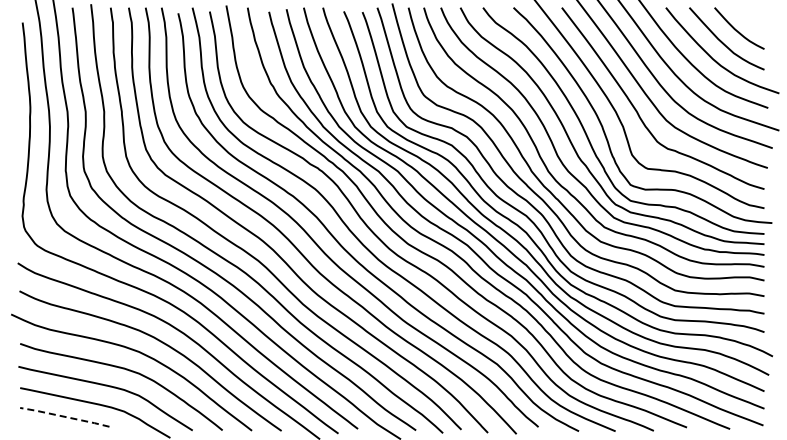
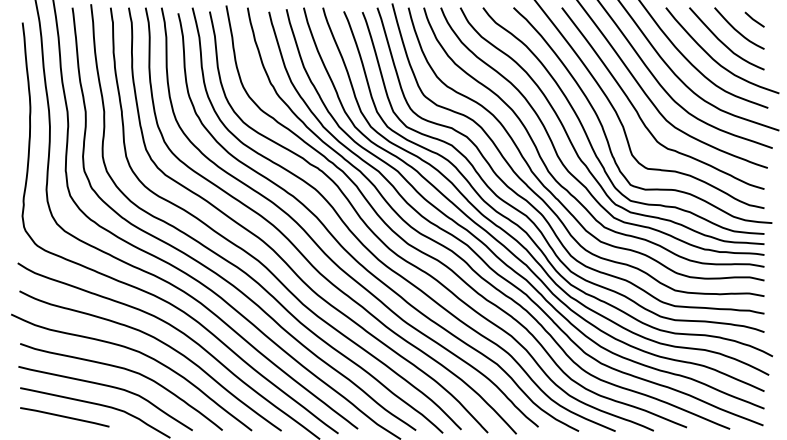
line at (754, 19): none -> present
line at (64, 416): dashed -> solid
